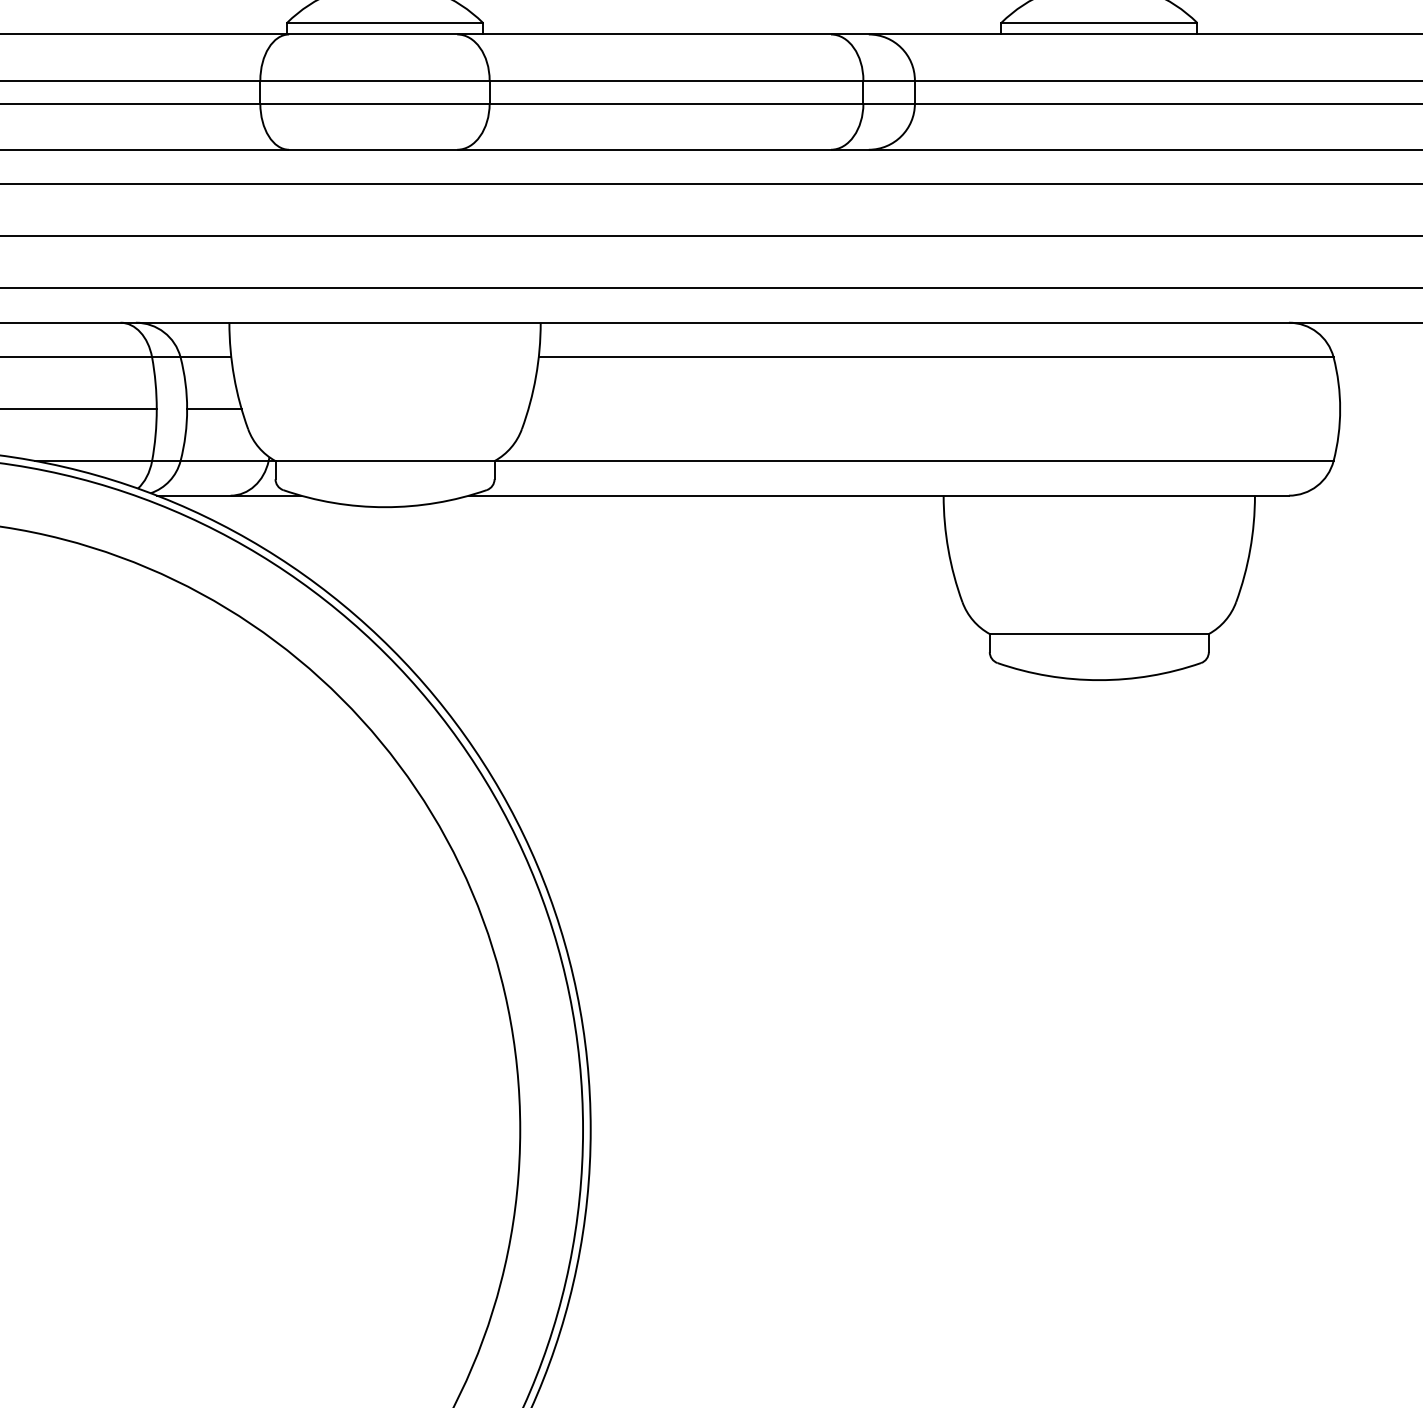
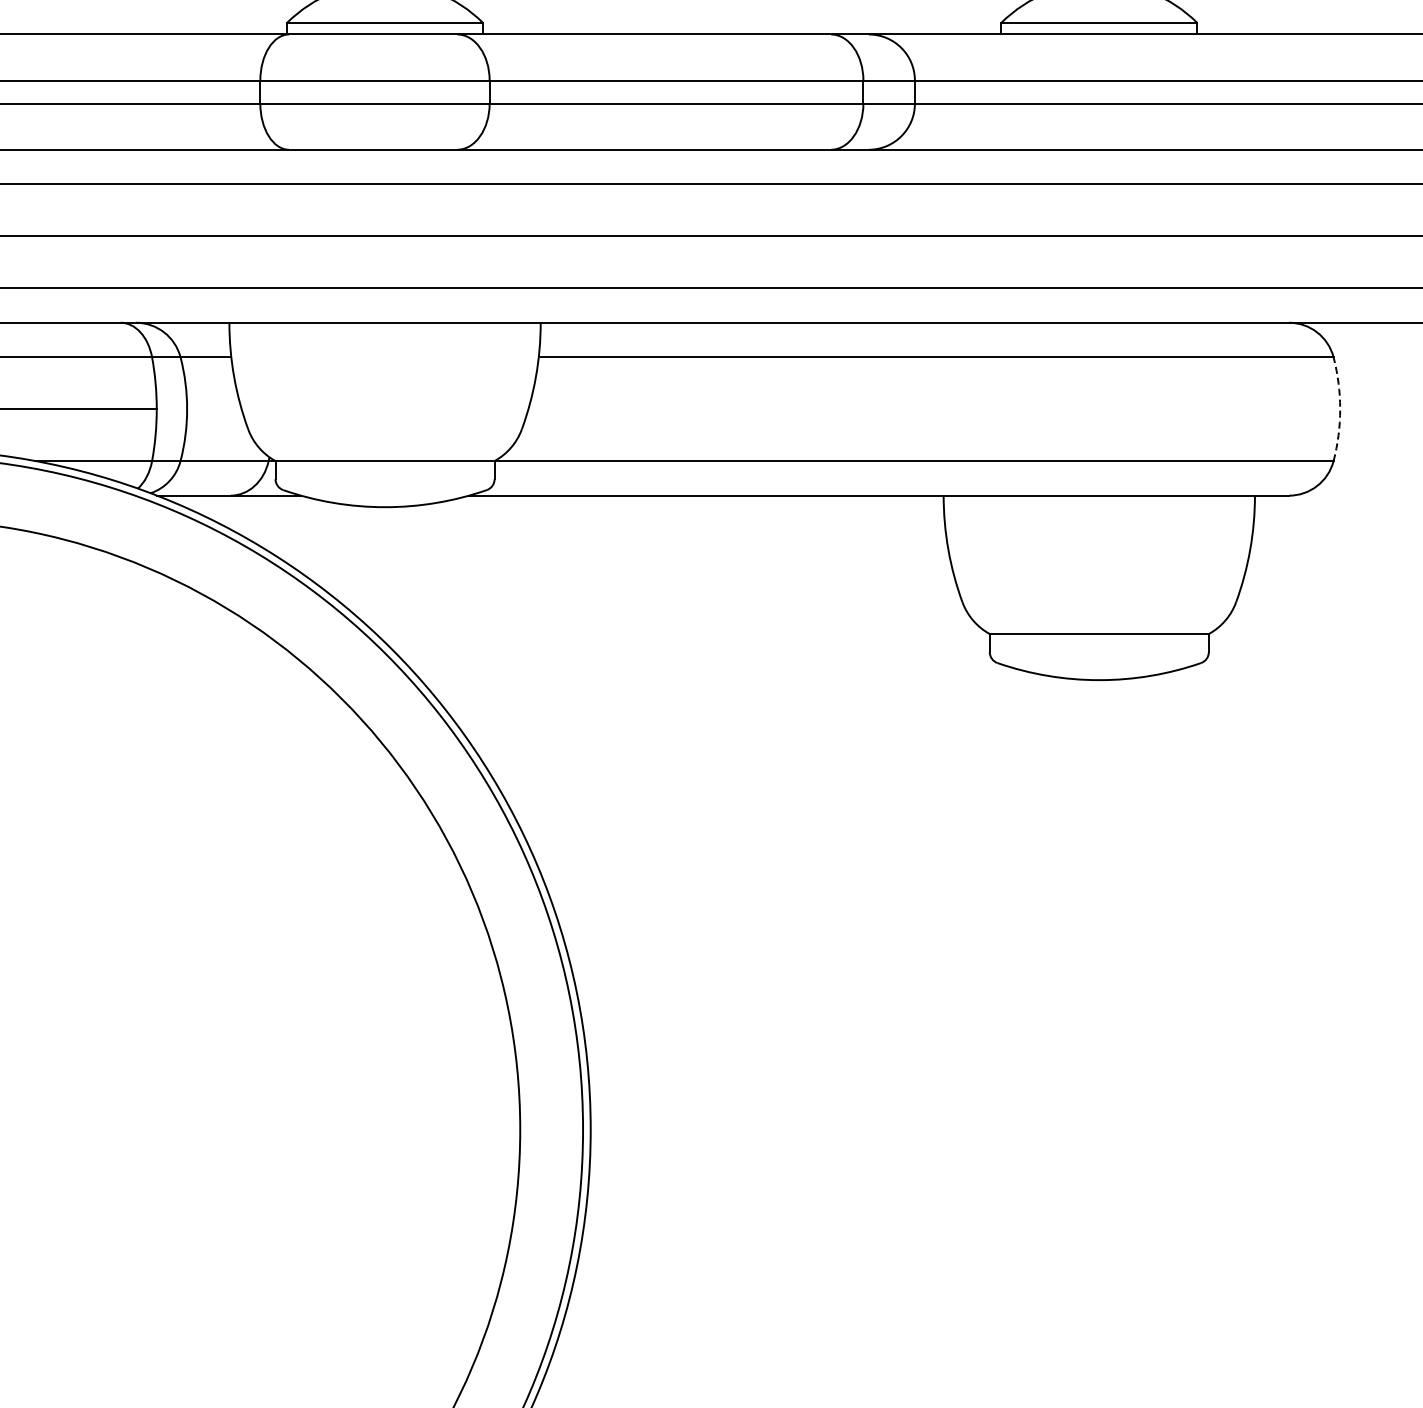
line at (214, 409): present -> none
arc at (1340, 409): solid -> dashed
